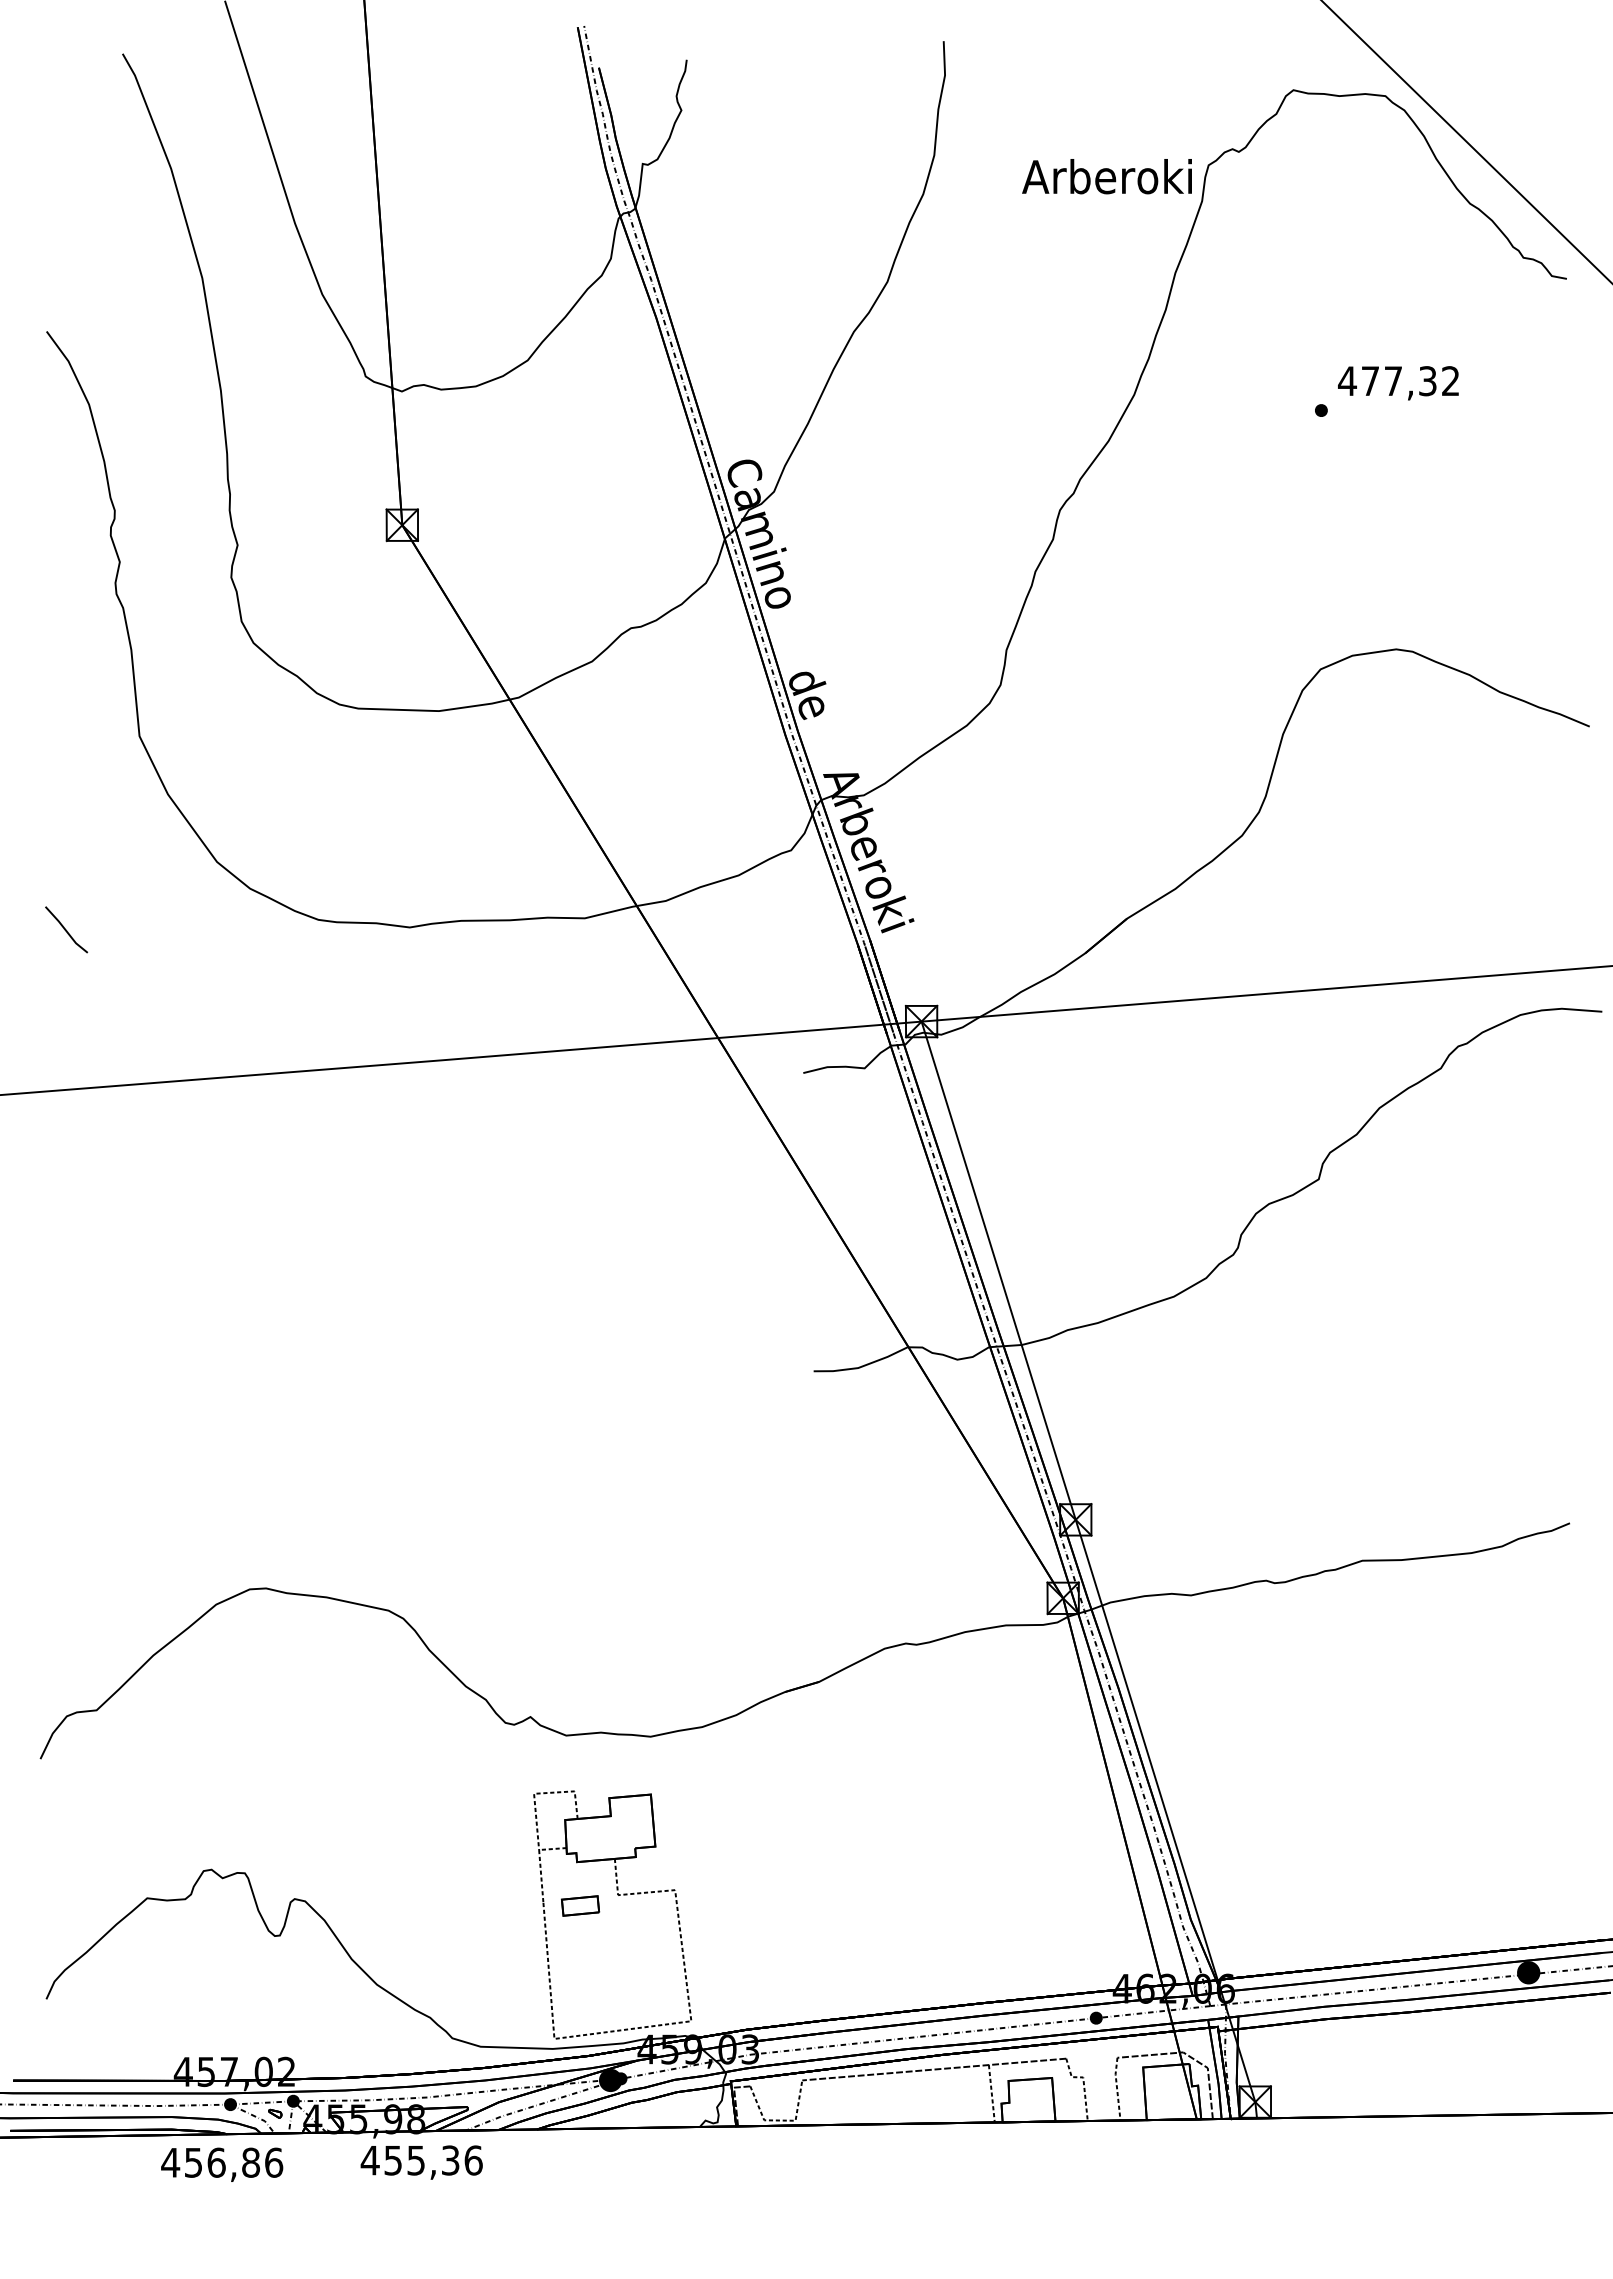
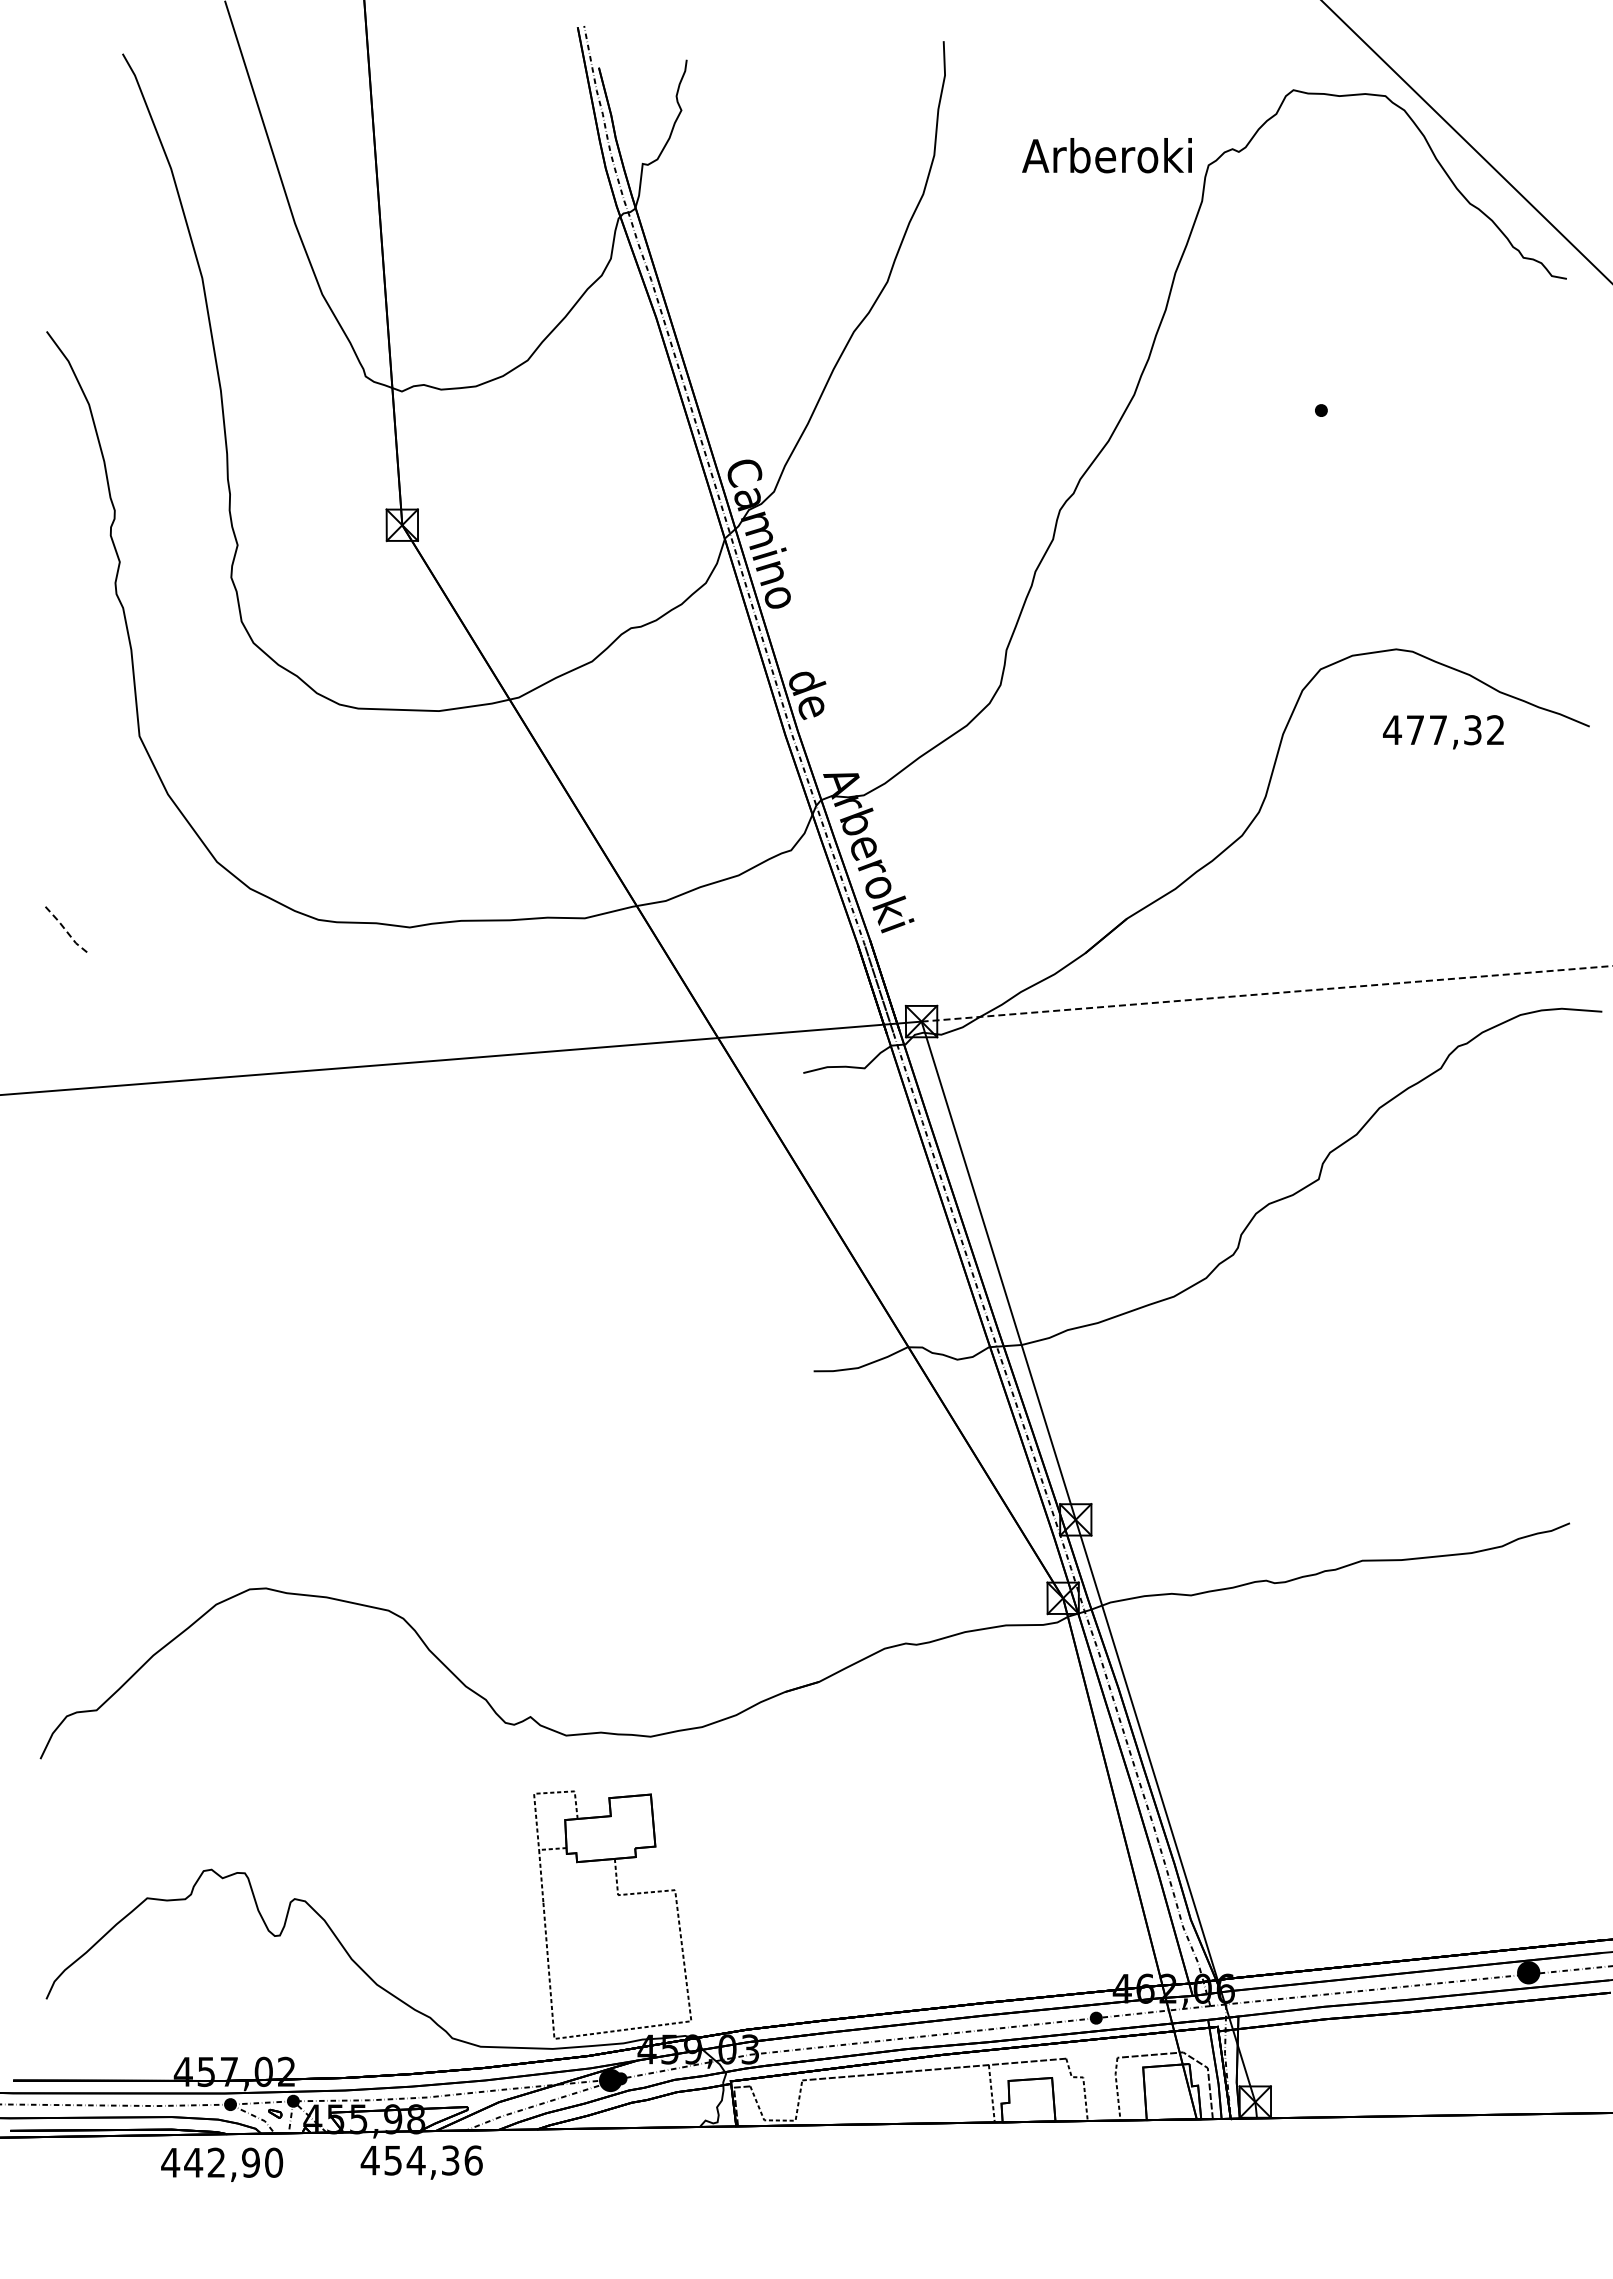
text at (1106, 176) position: (1106, 176) -> (1106, 155)
text at (1398, 383) position: (1398, 383) -> (1443, 732)
line at (66, 930): solid -> dashed
line at (1267, 993): solid -> dashed
part at (580, 1905): present -> none
text at (415, 2160): 455,36 -> 454,36
text at (233, 2162): 456,86 -> 442,90
